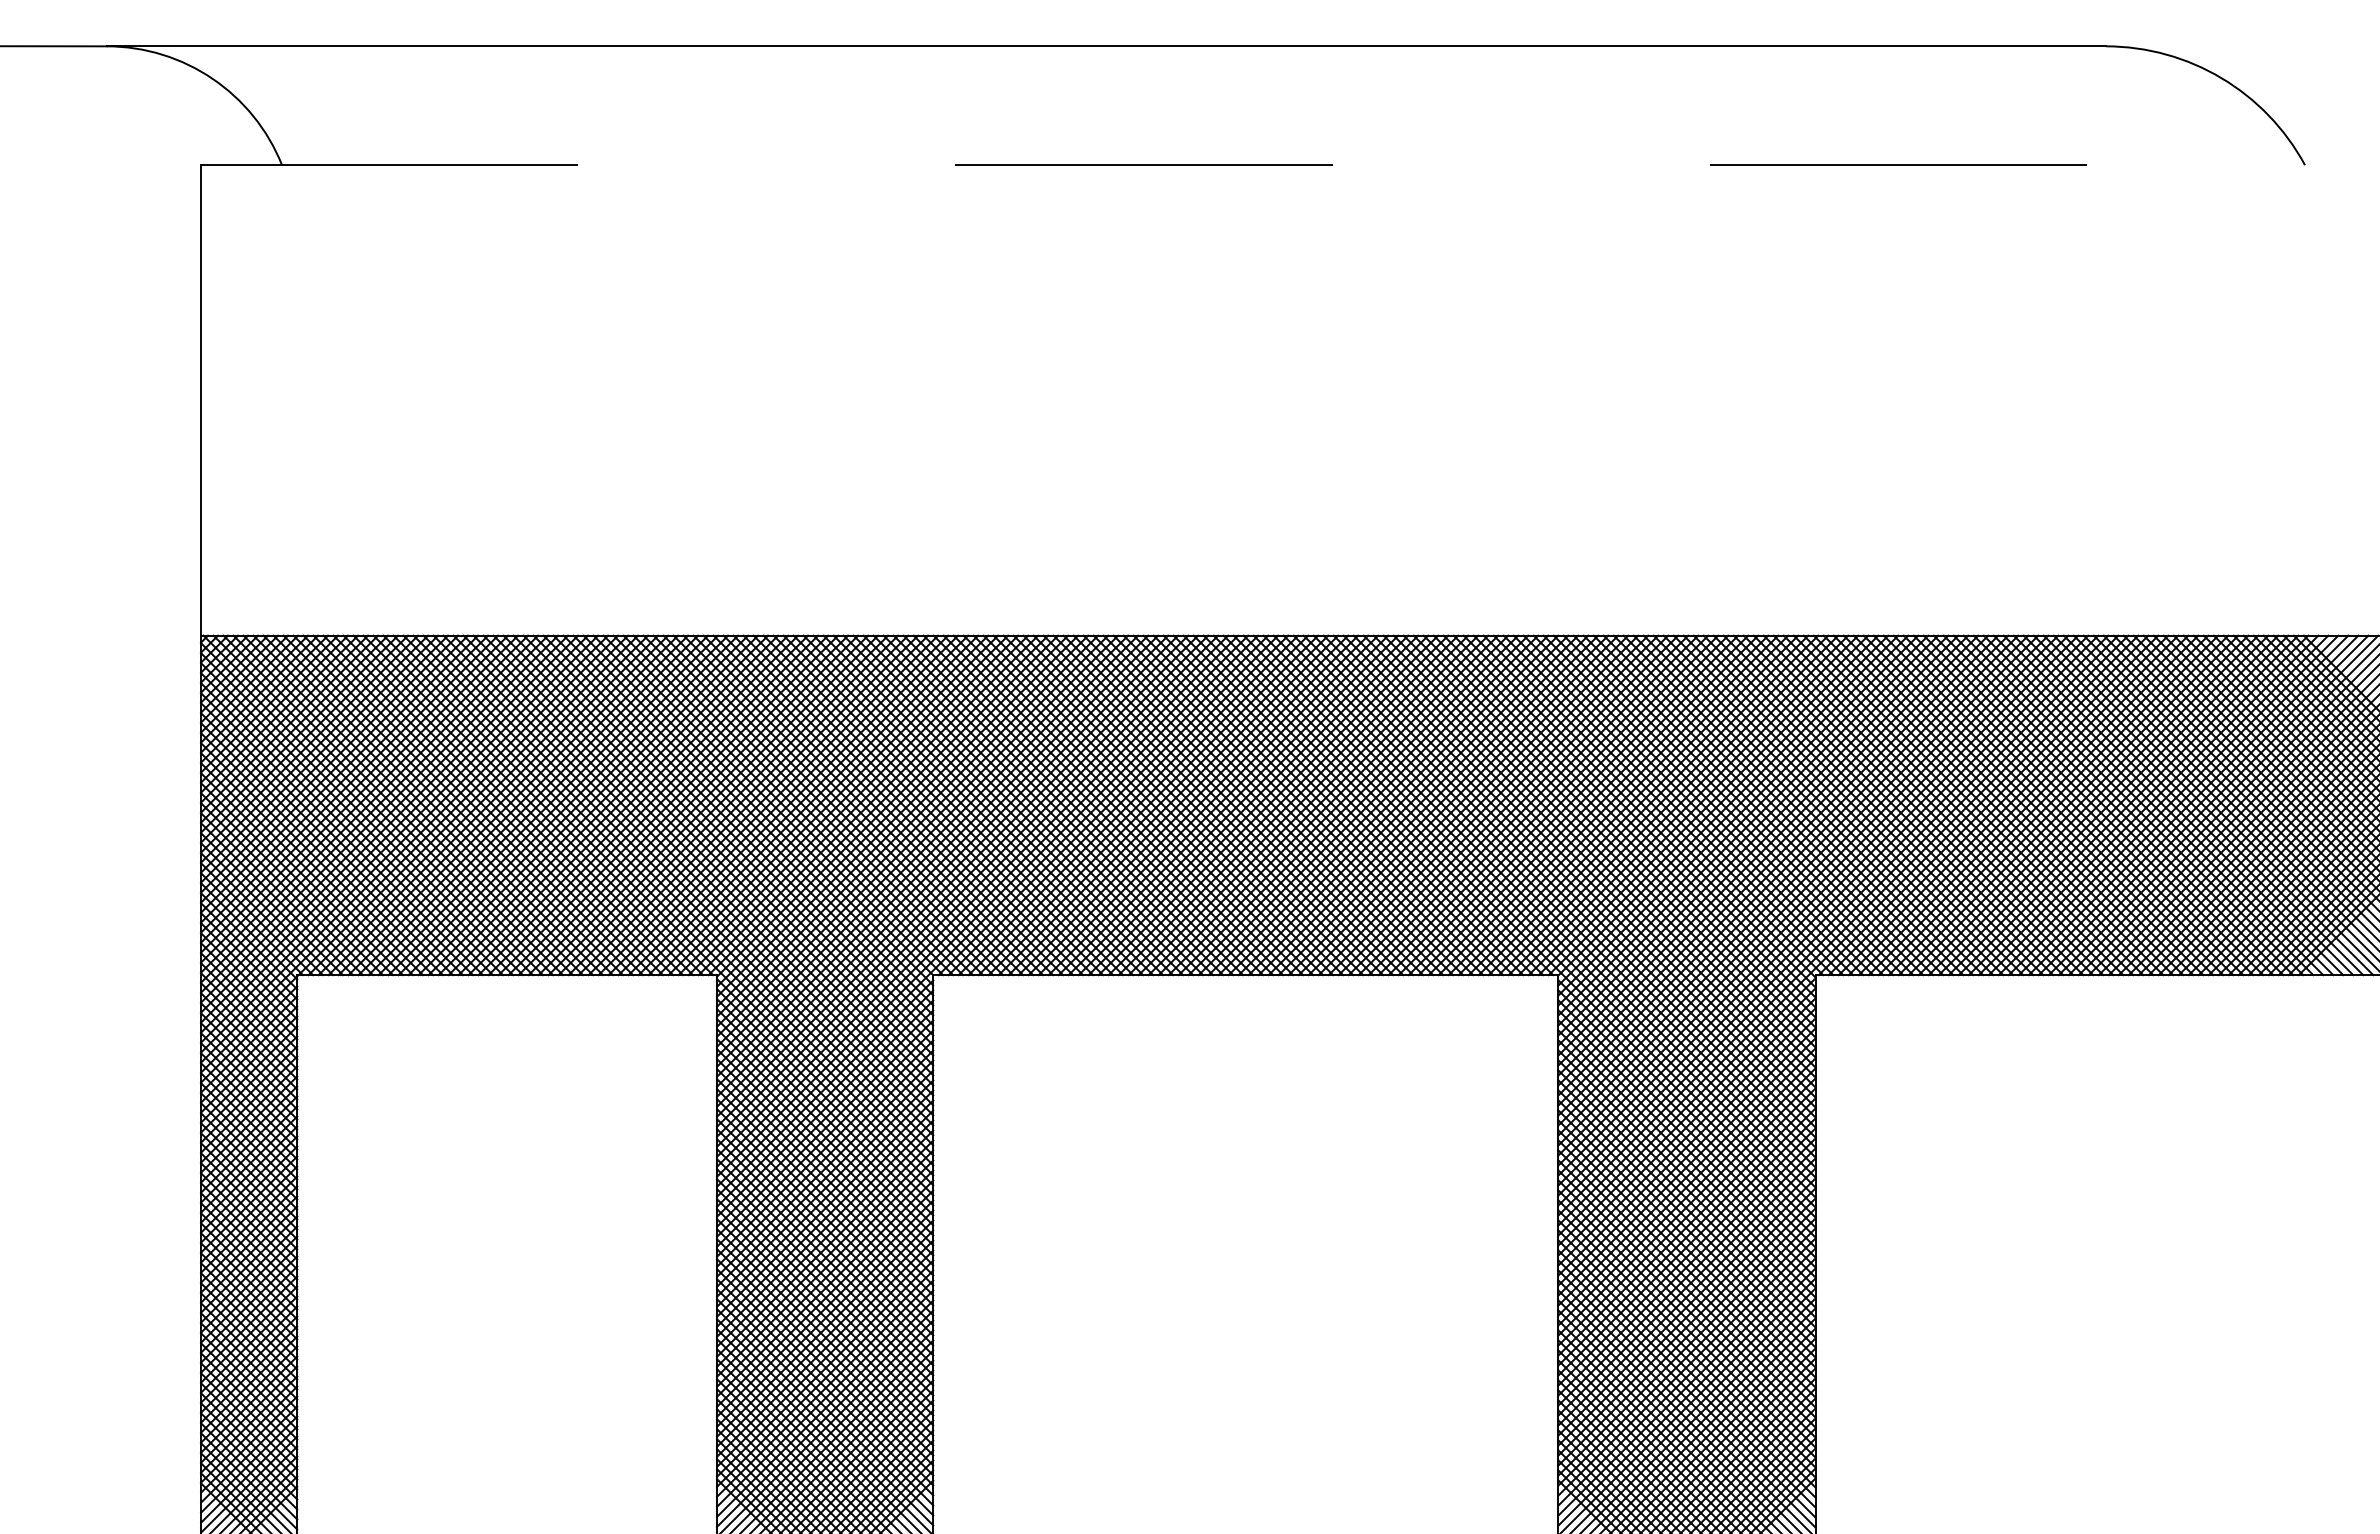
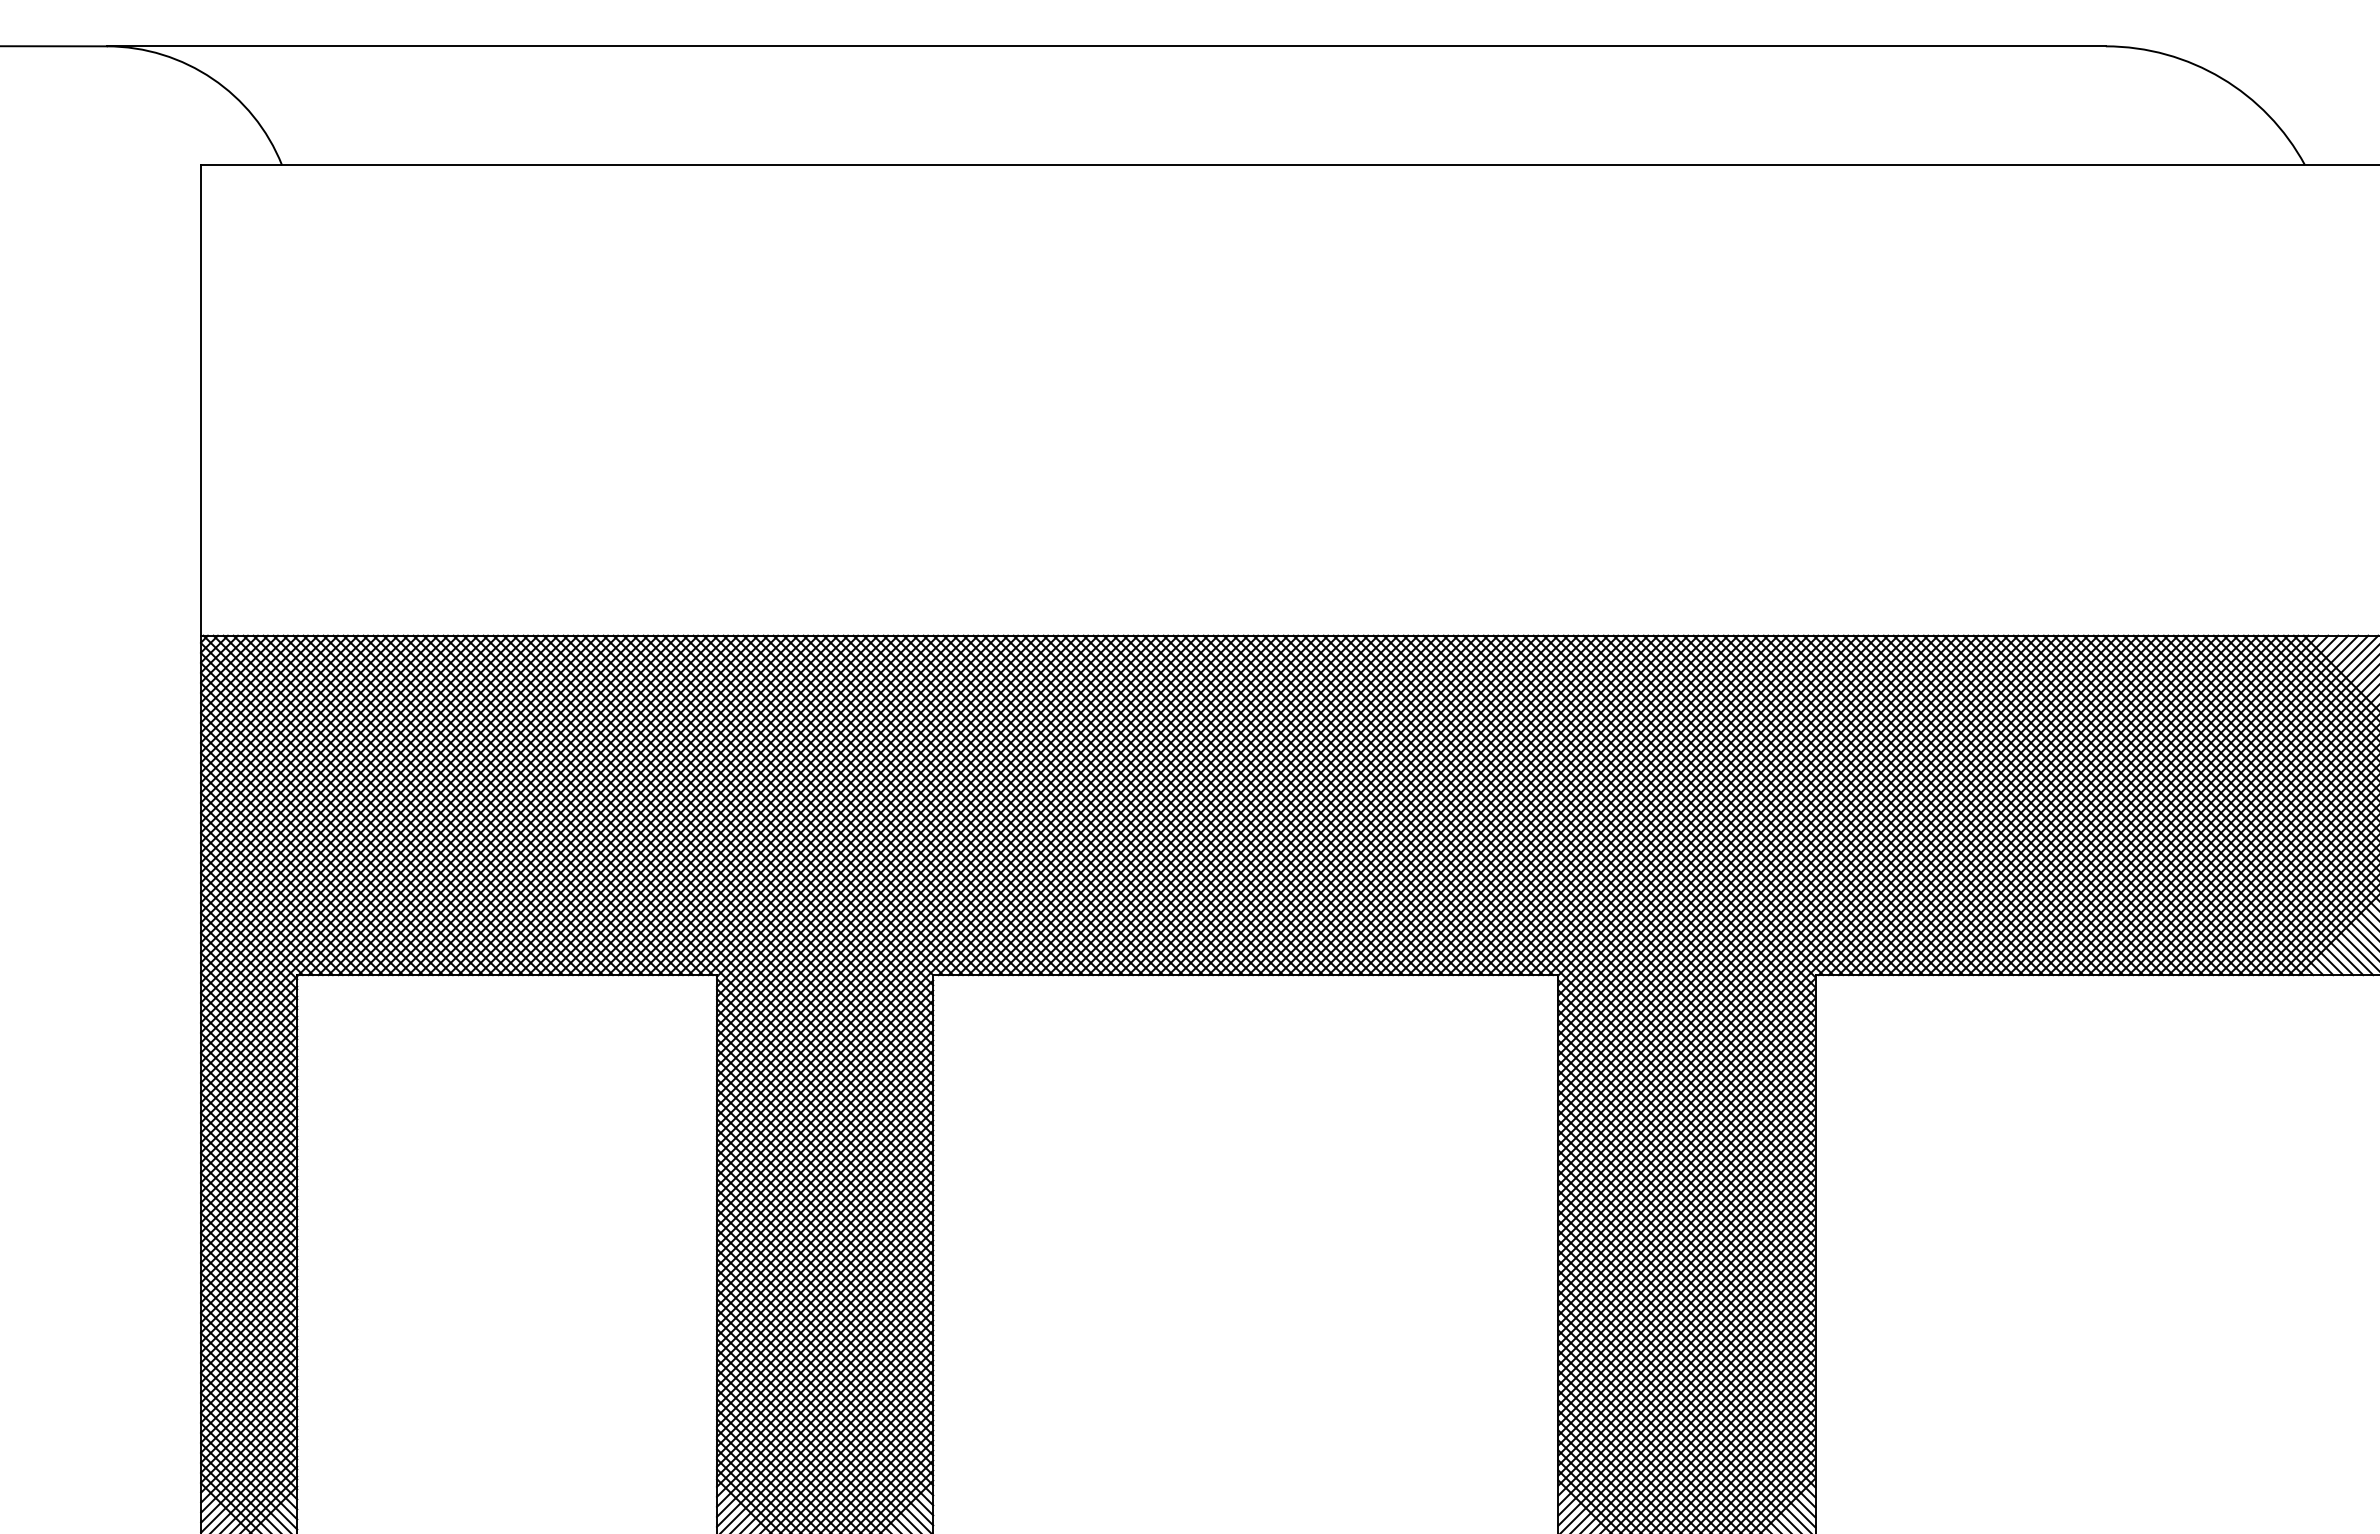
line at (1290, 165): dashed -> solid
